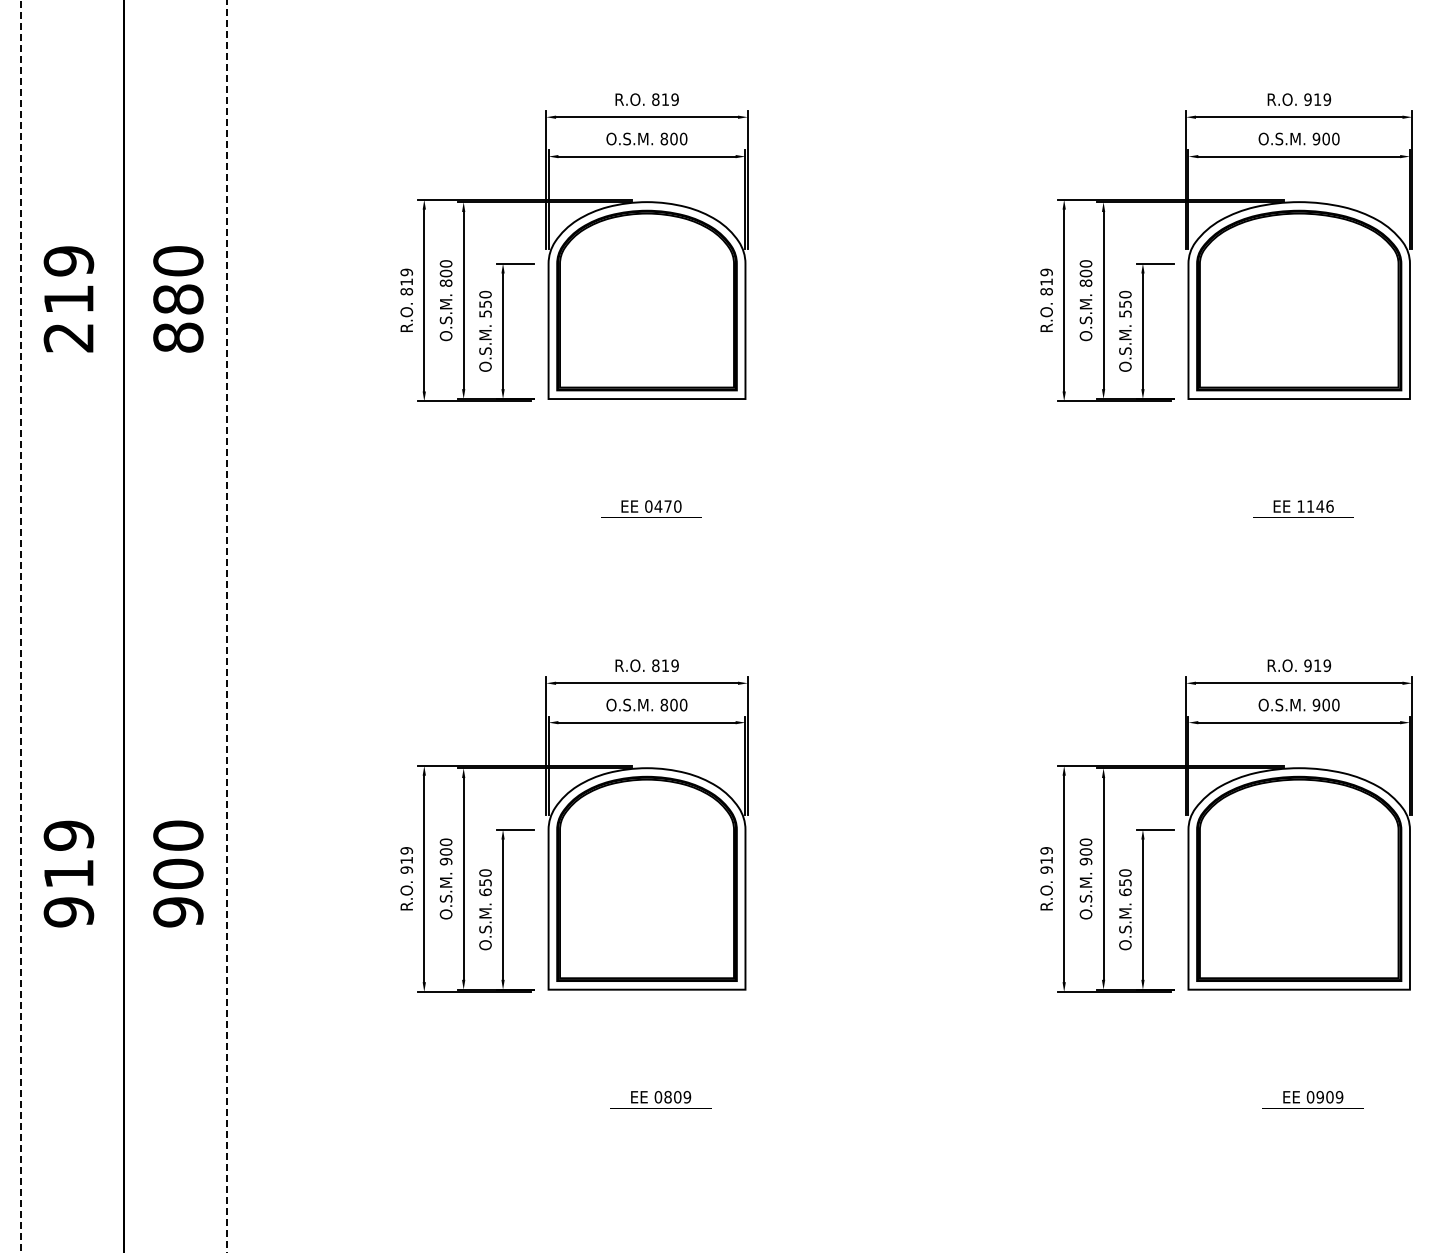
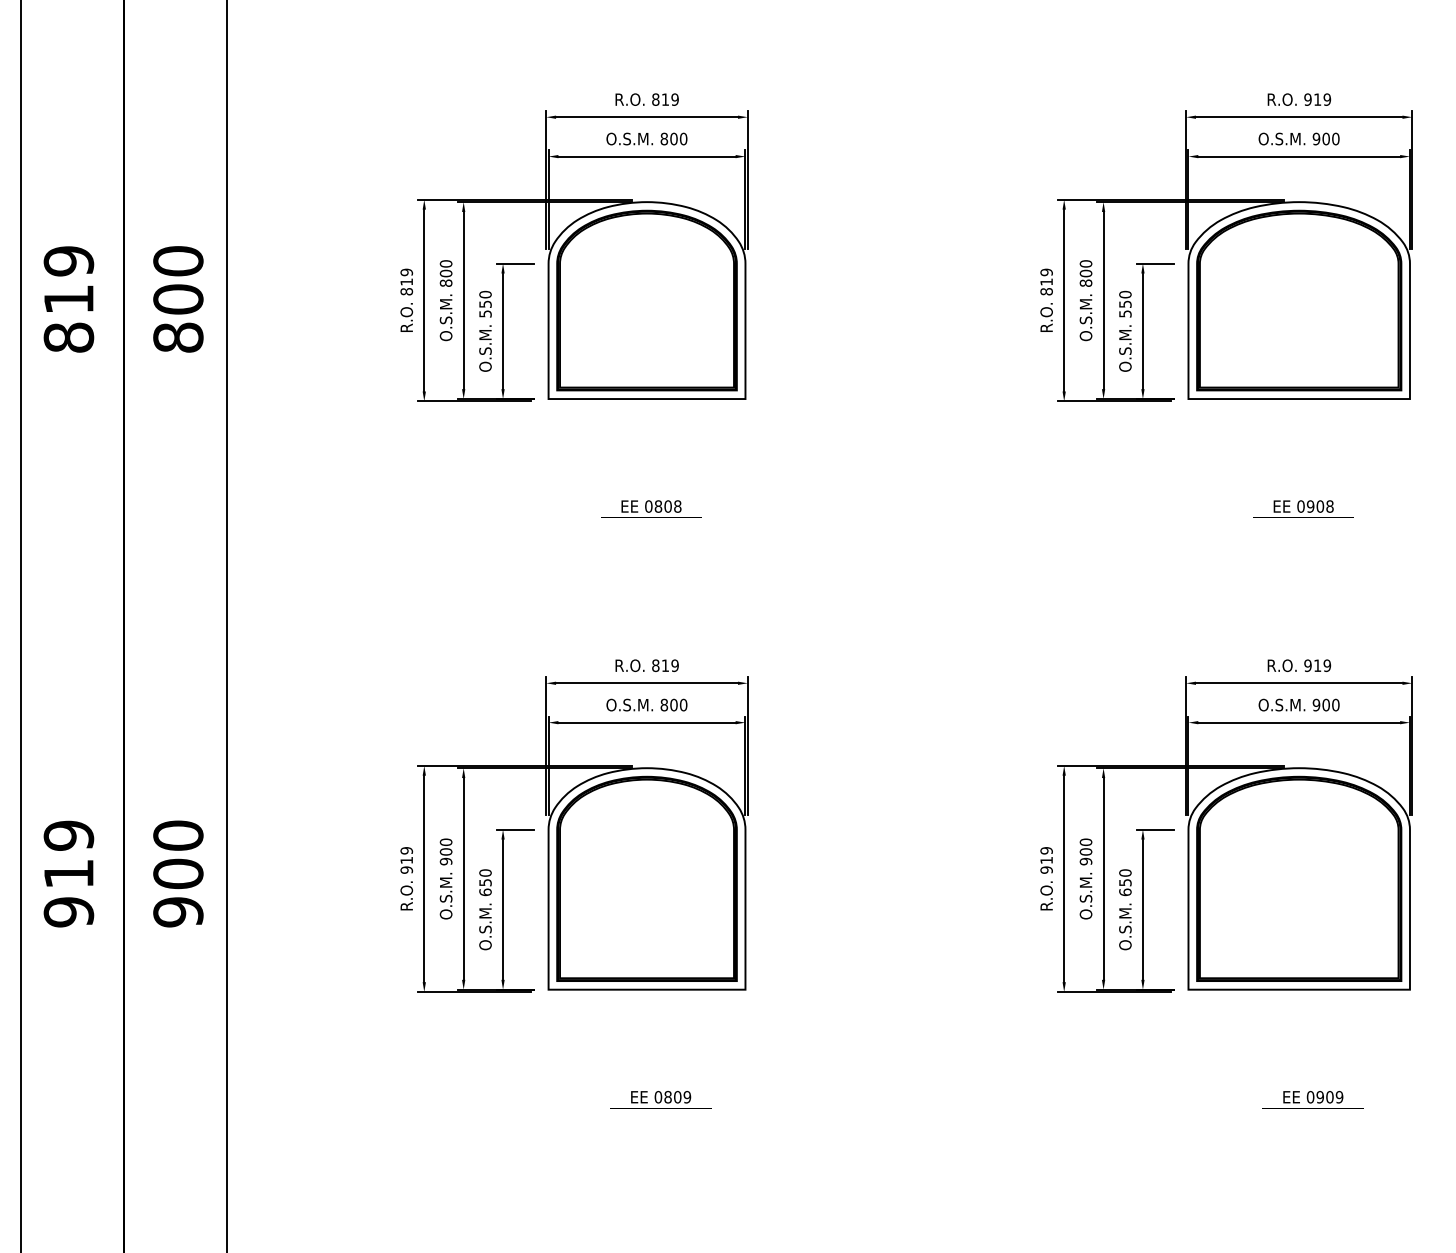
text at (178, 299): 880 -> 800
text at (68, 337): 219 -> 819
text at (667, 506): 0470 -> 0808
text at (1315, 506): 1146 -> 0908
line at (21, 627): dashed -> solid
line at (227, 627): dashed -> solid
